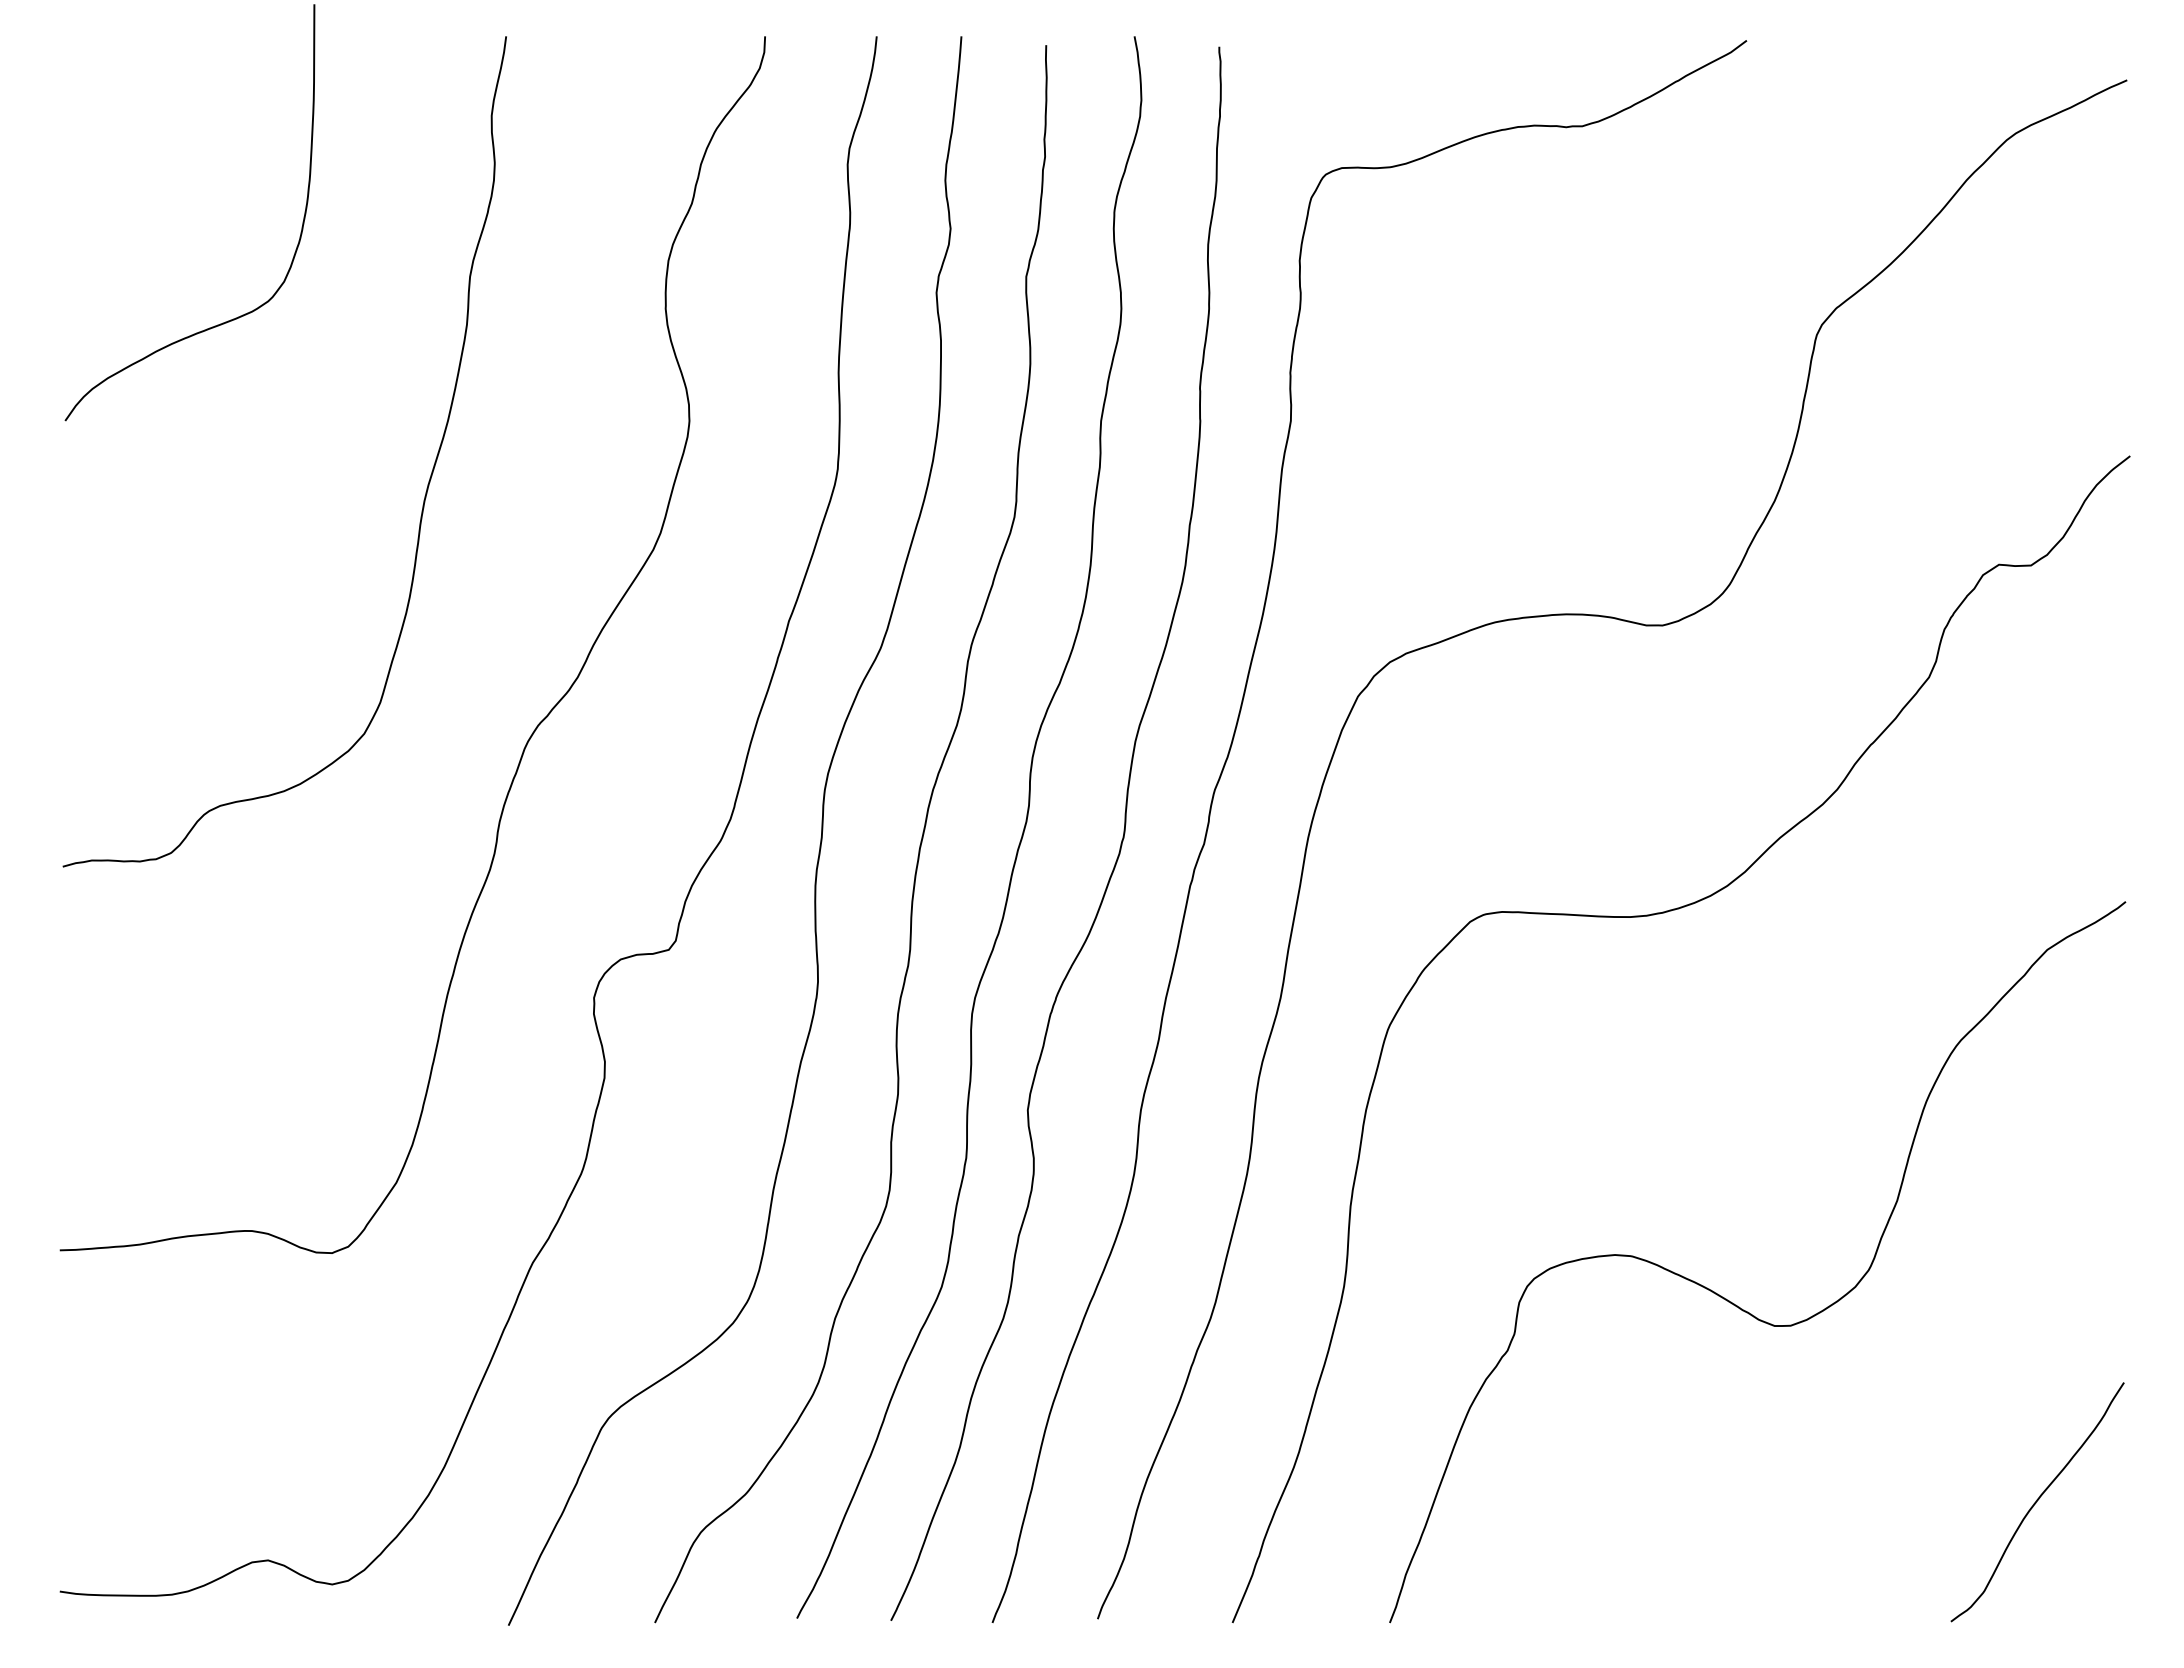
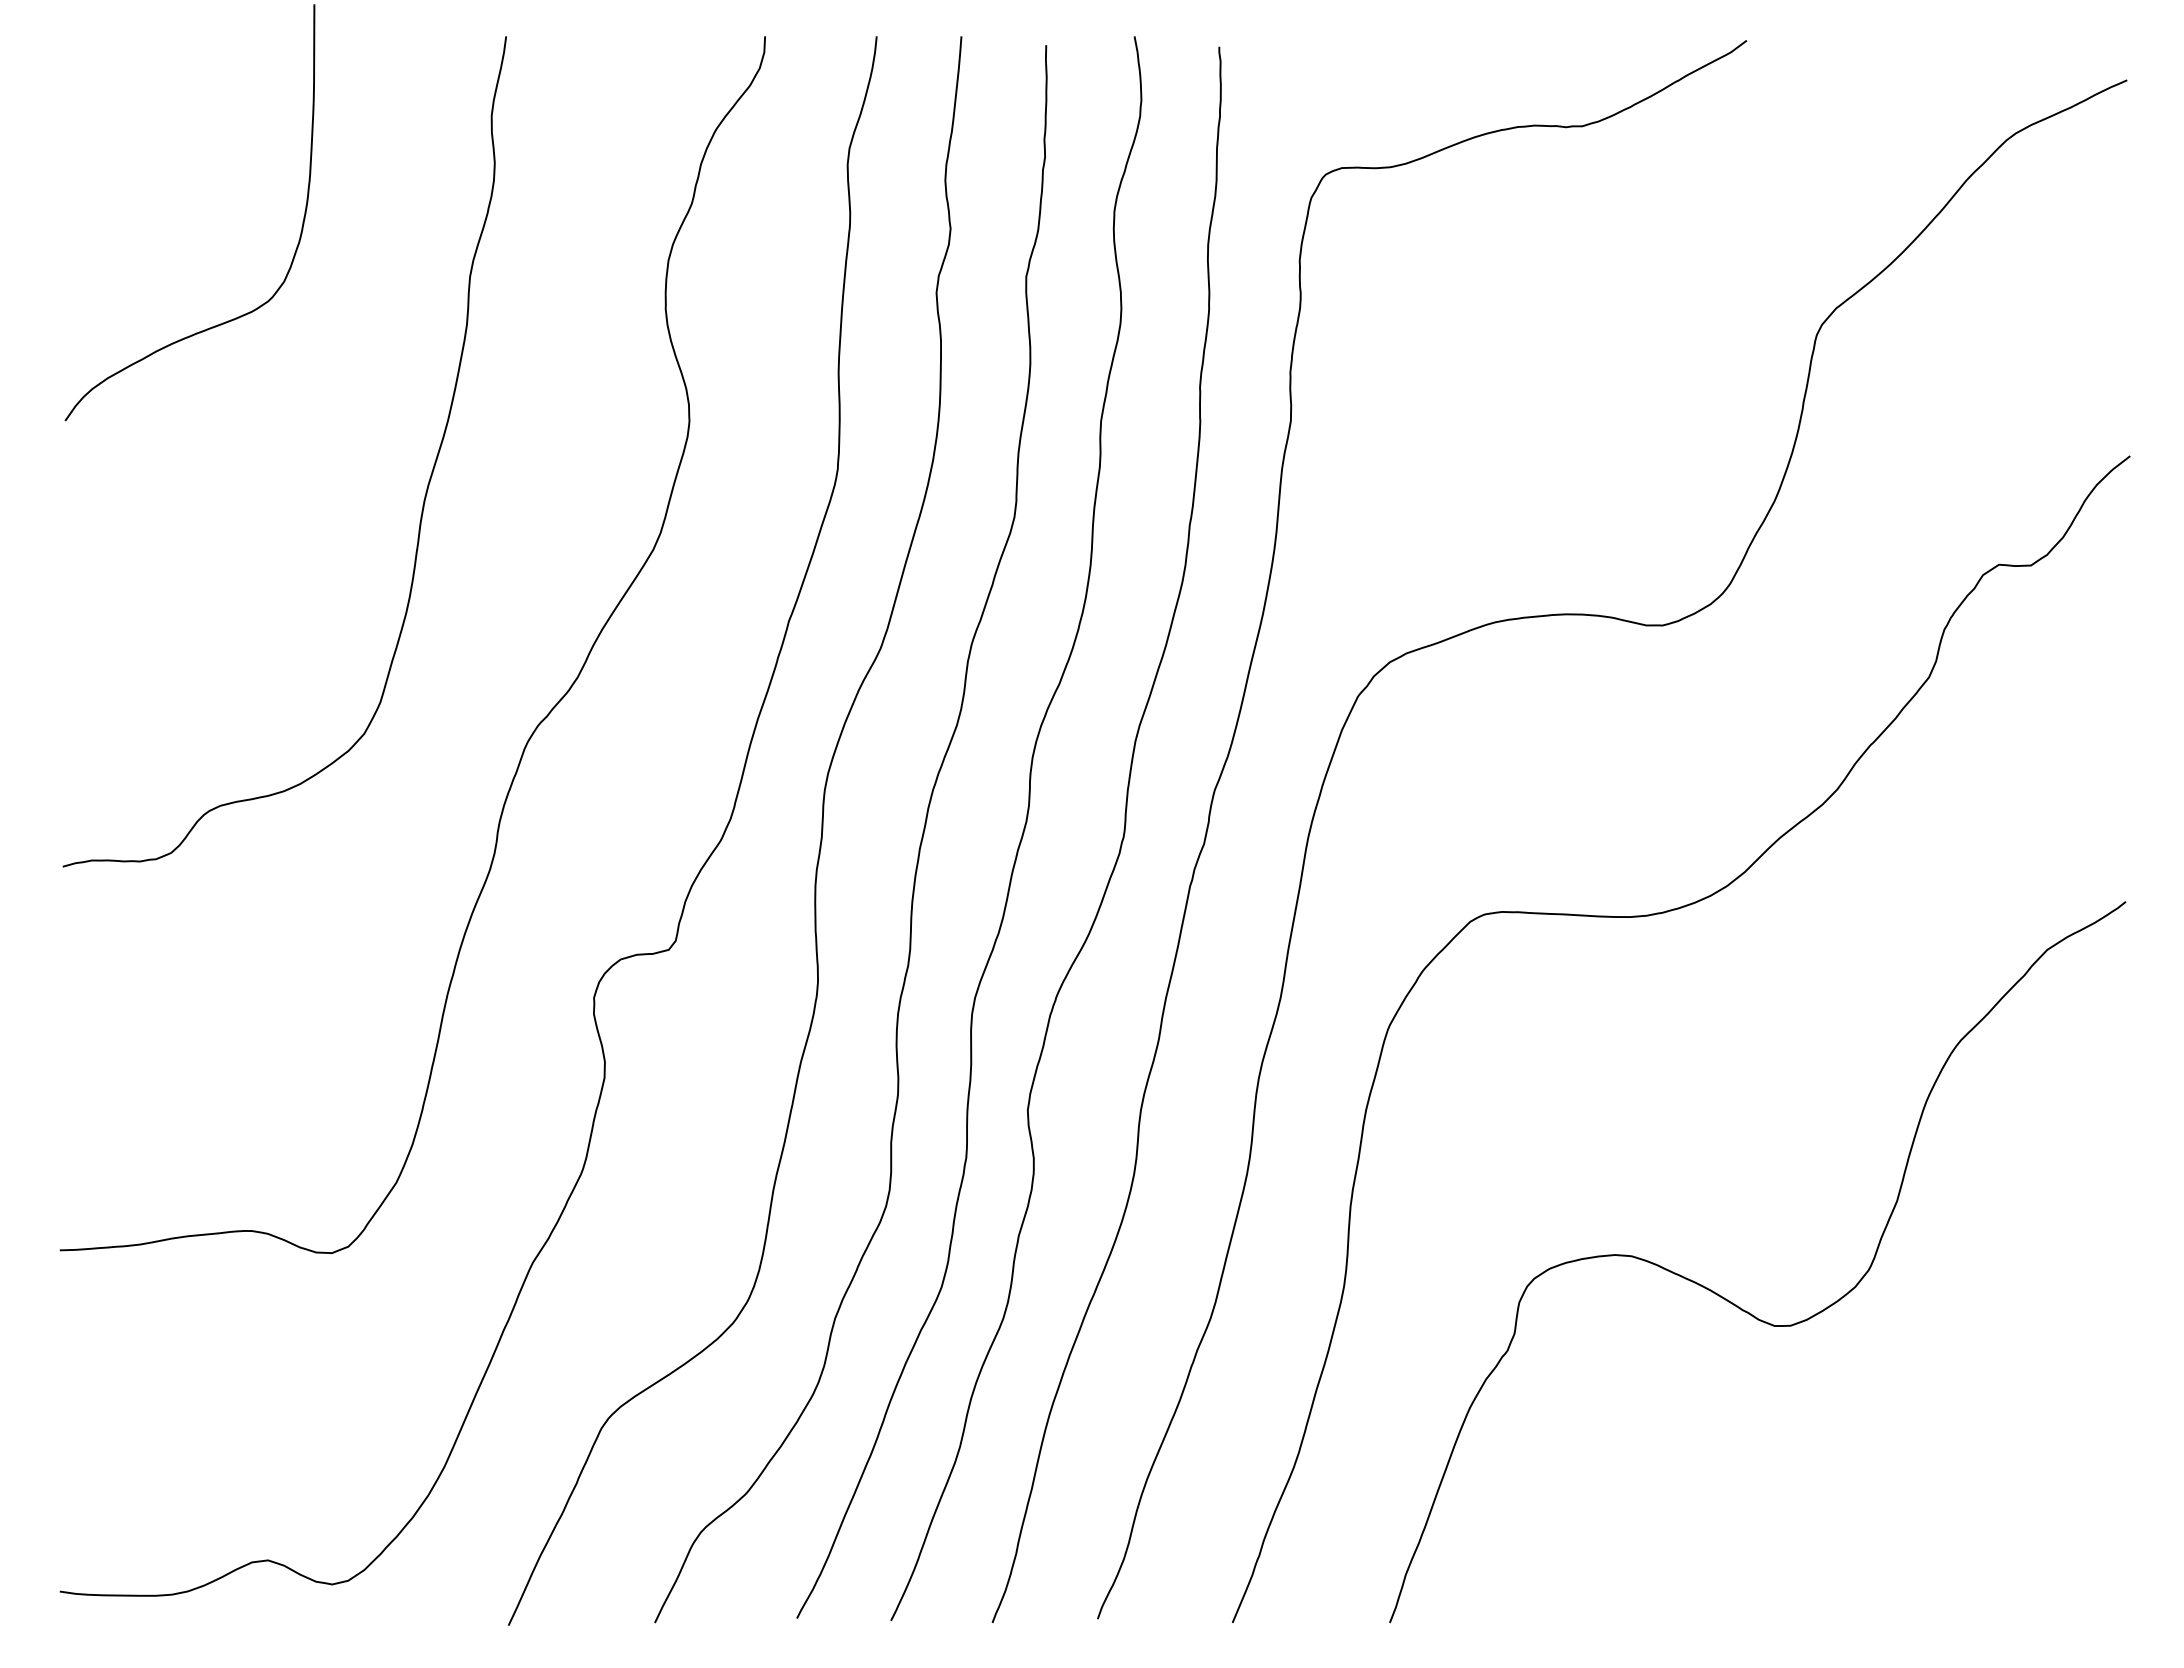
curve at (2037, 1501): present -> none
